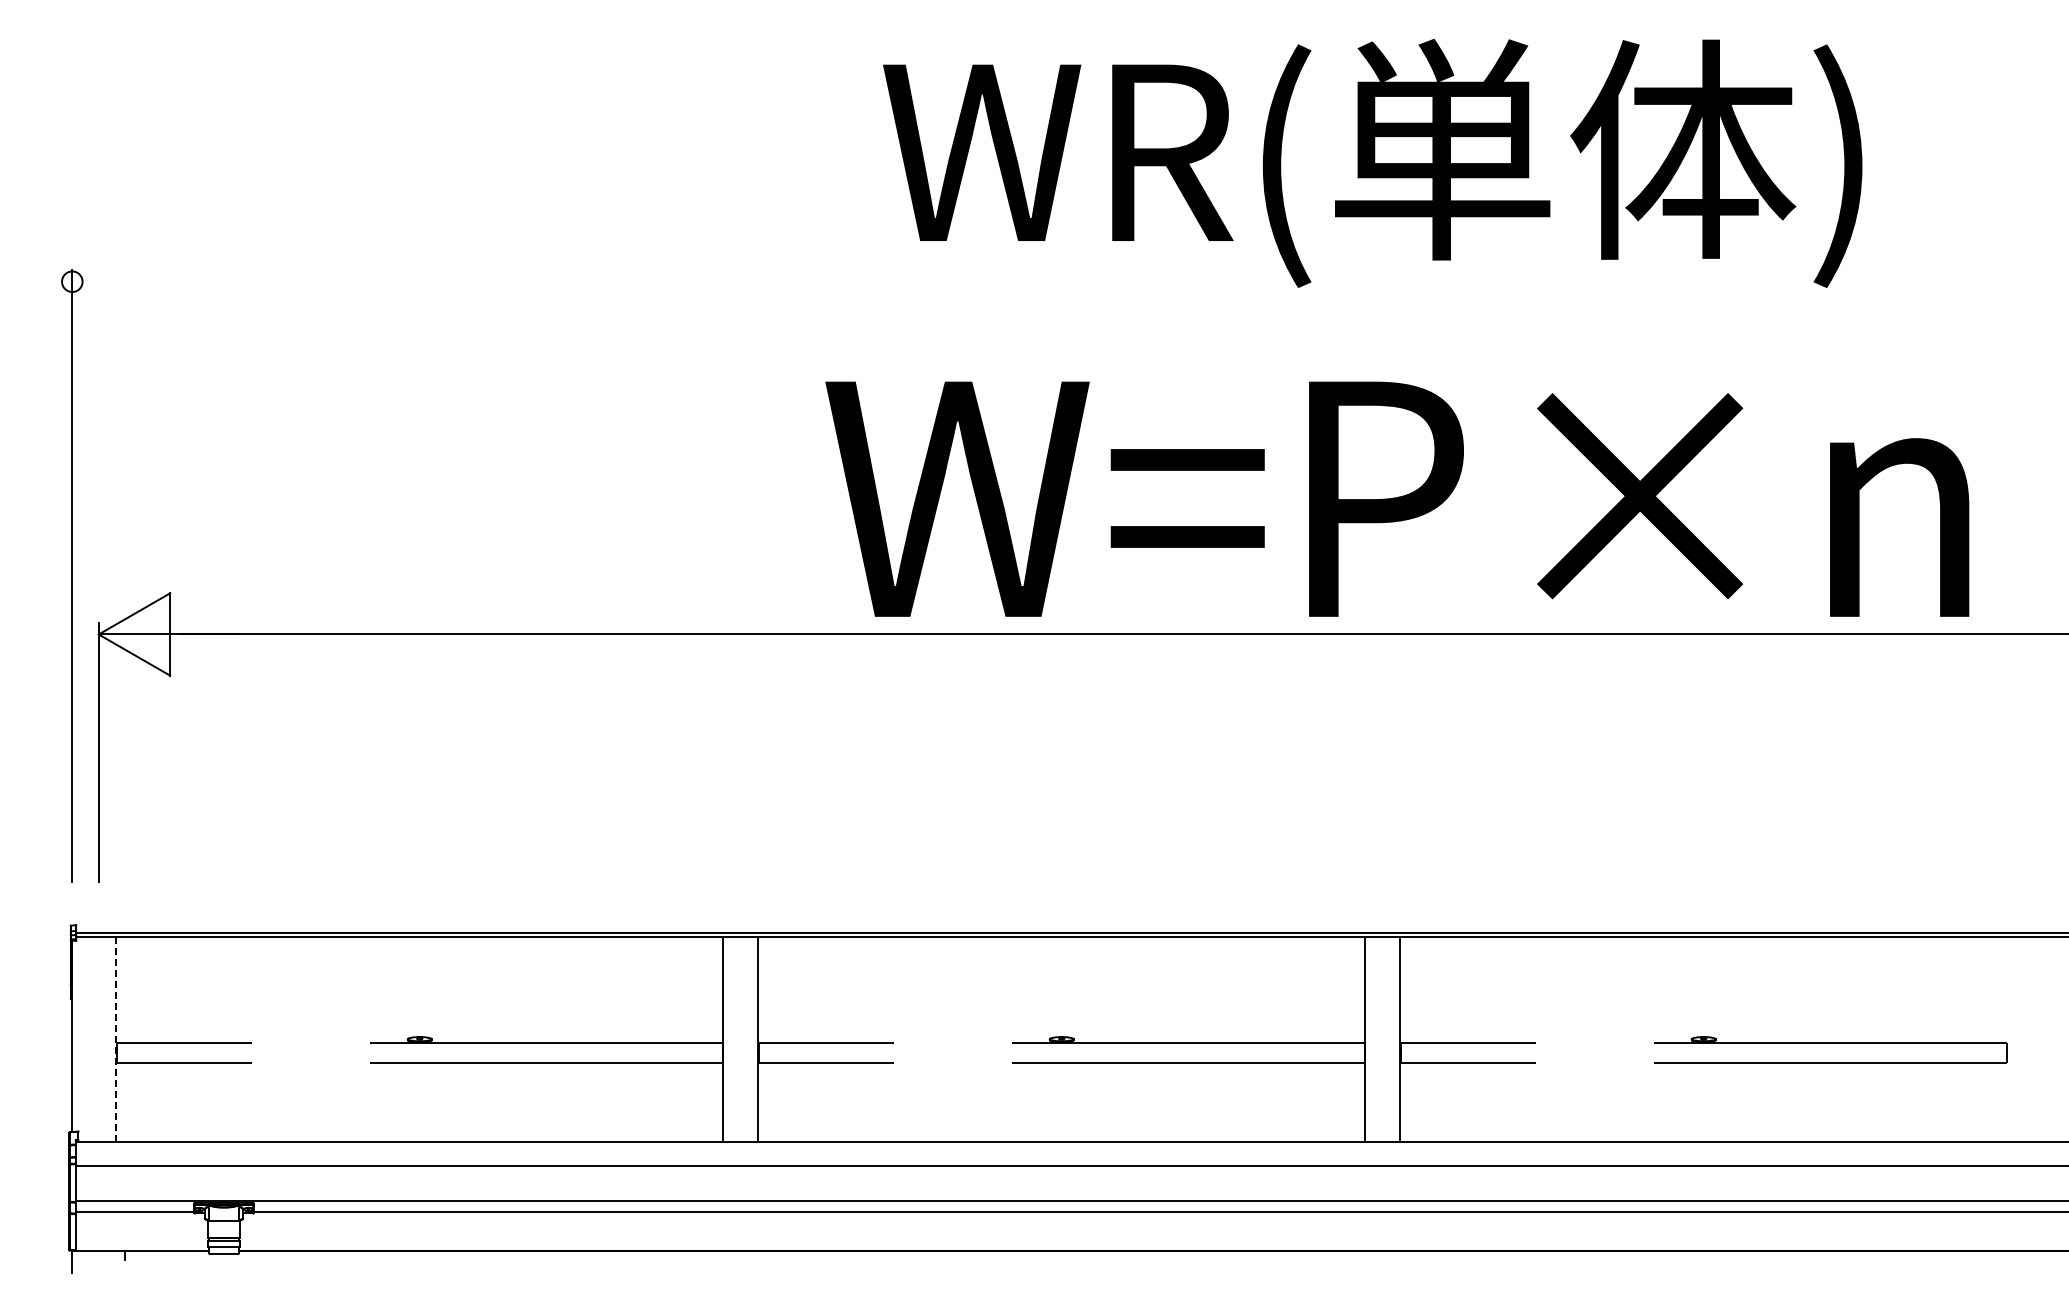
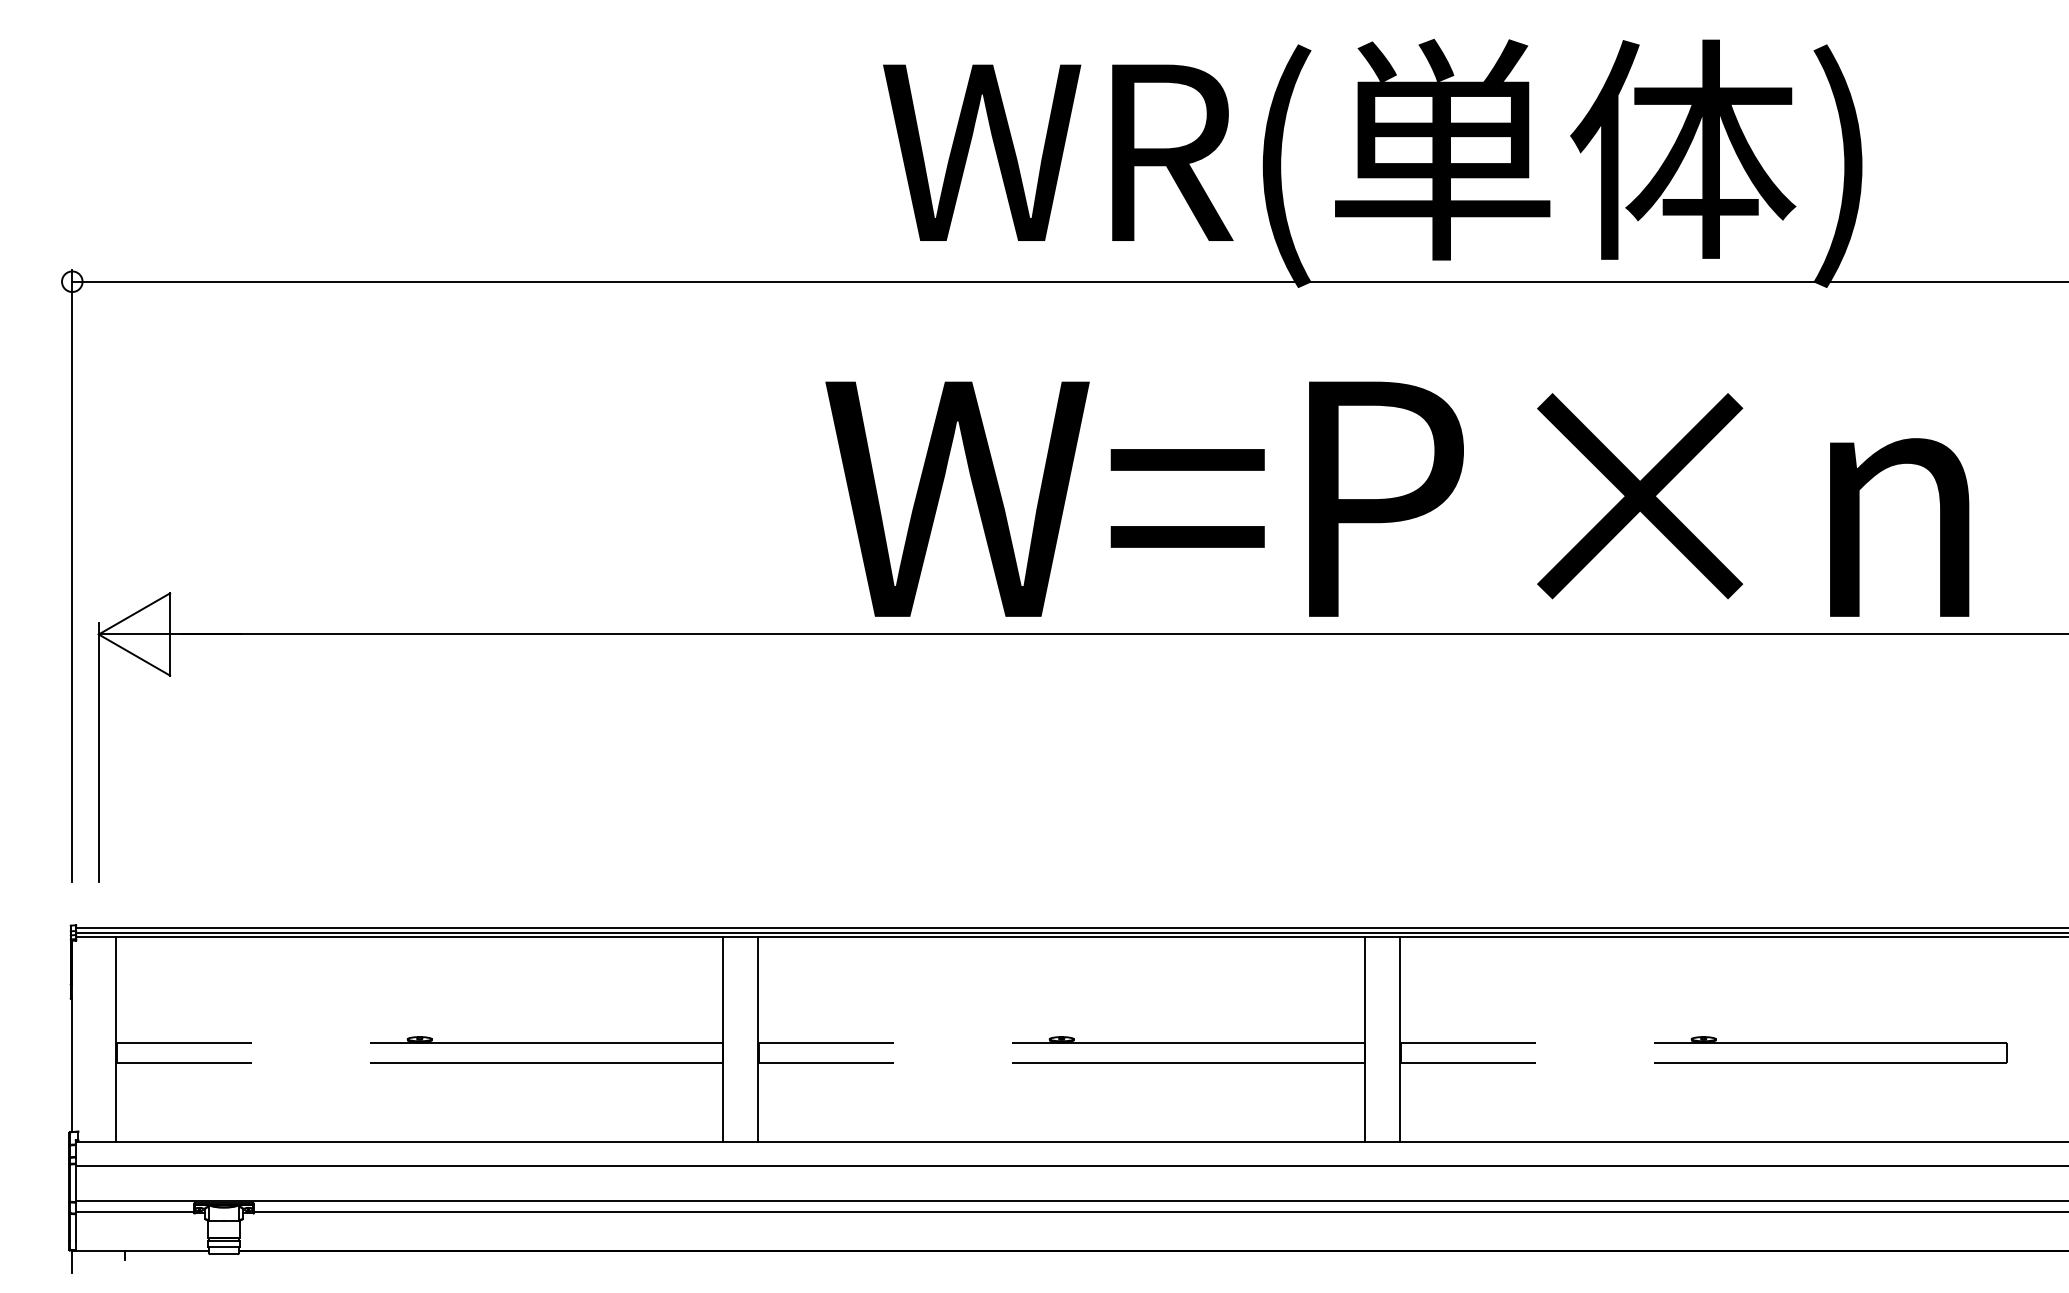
line at (1068, 281): none -> present
line at (1070, 928): none -> present
line at (116, 1039): dashed -> solid
